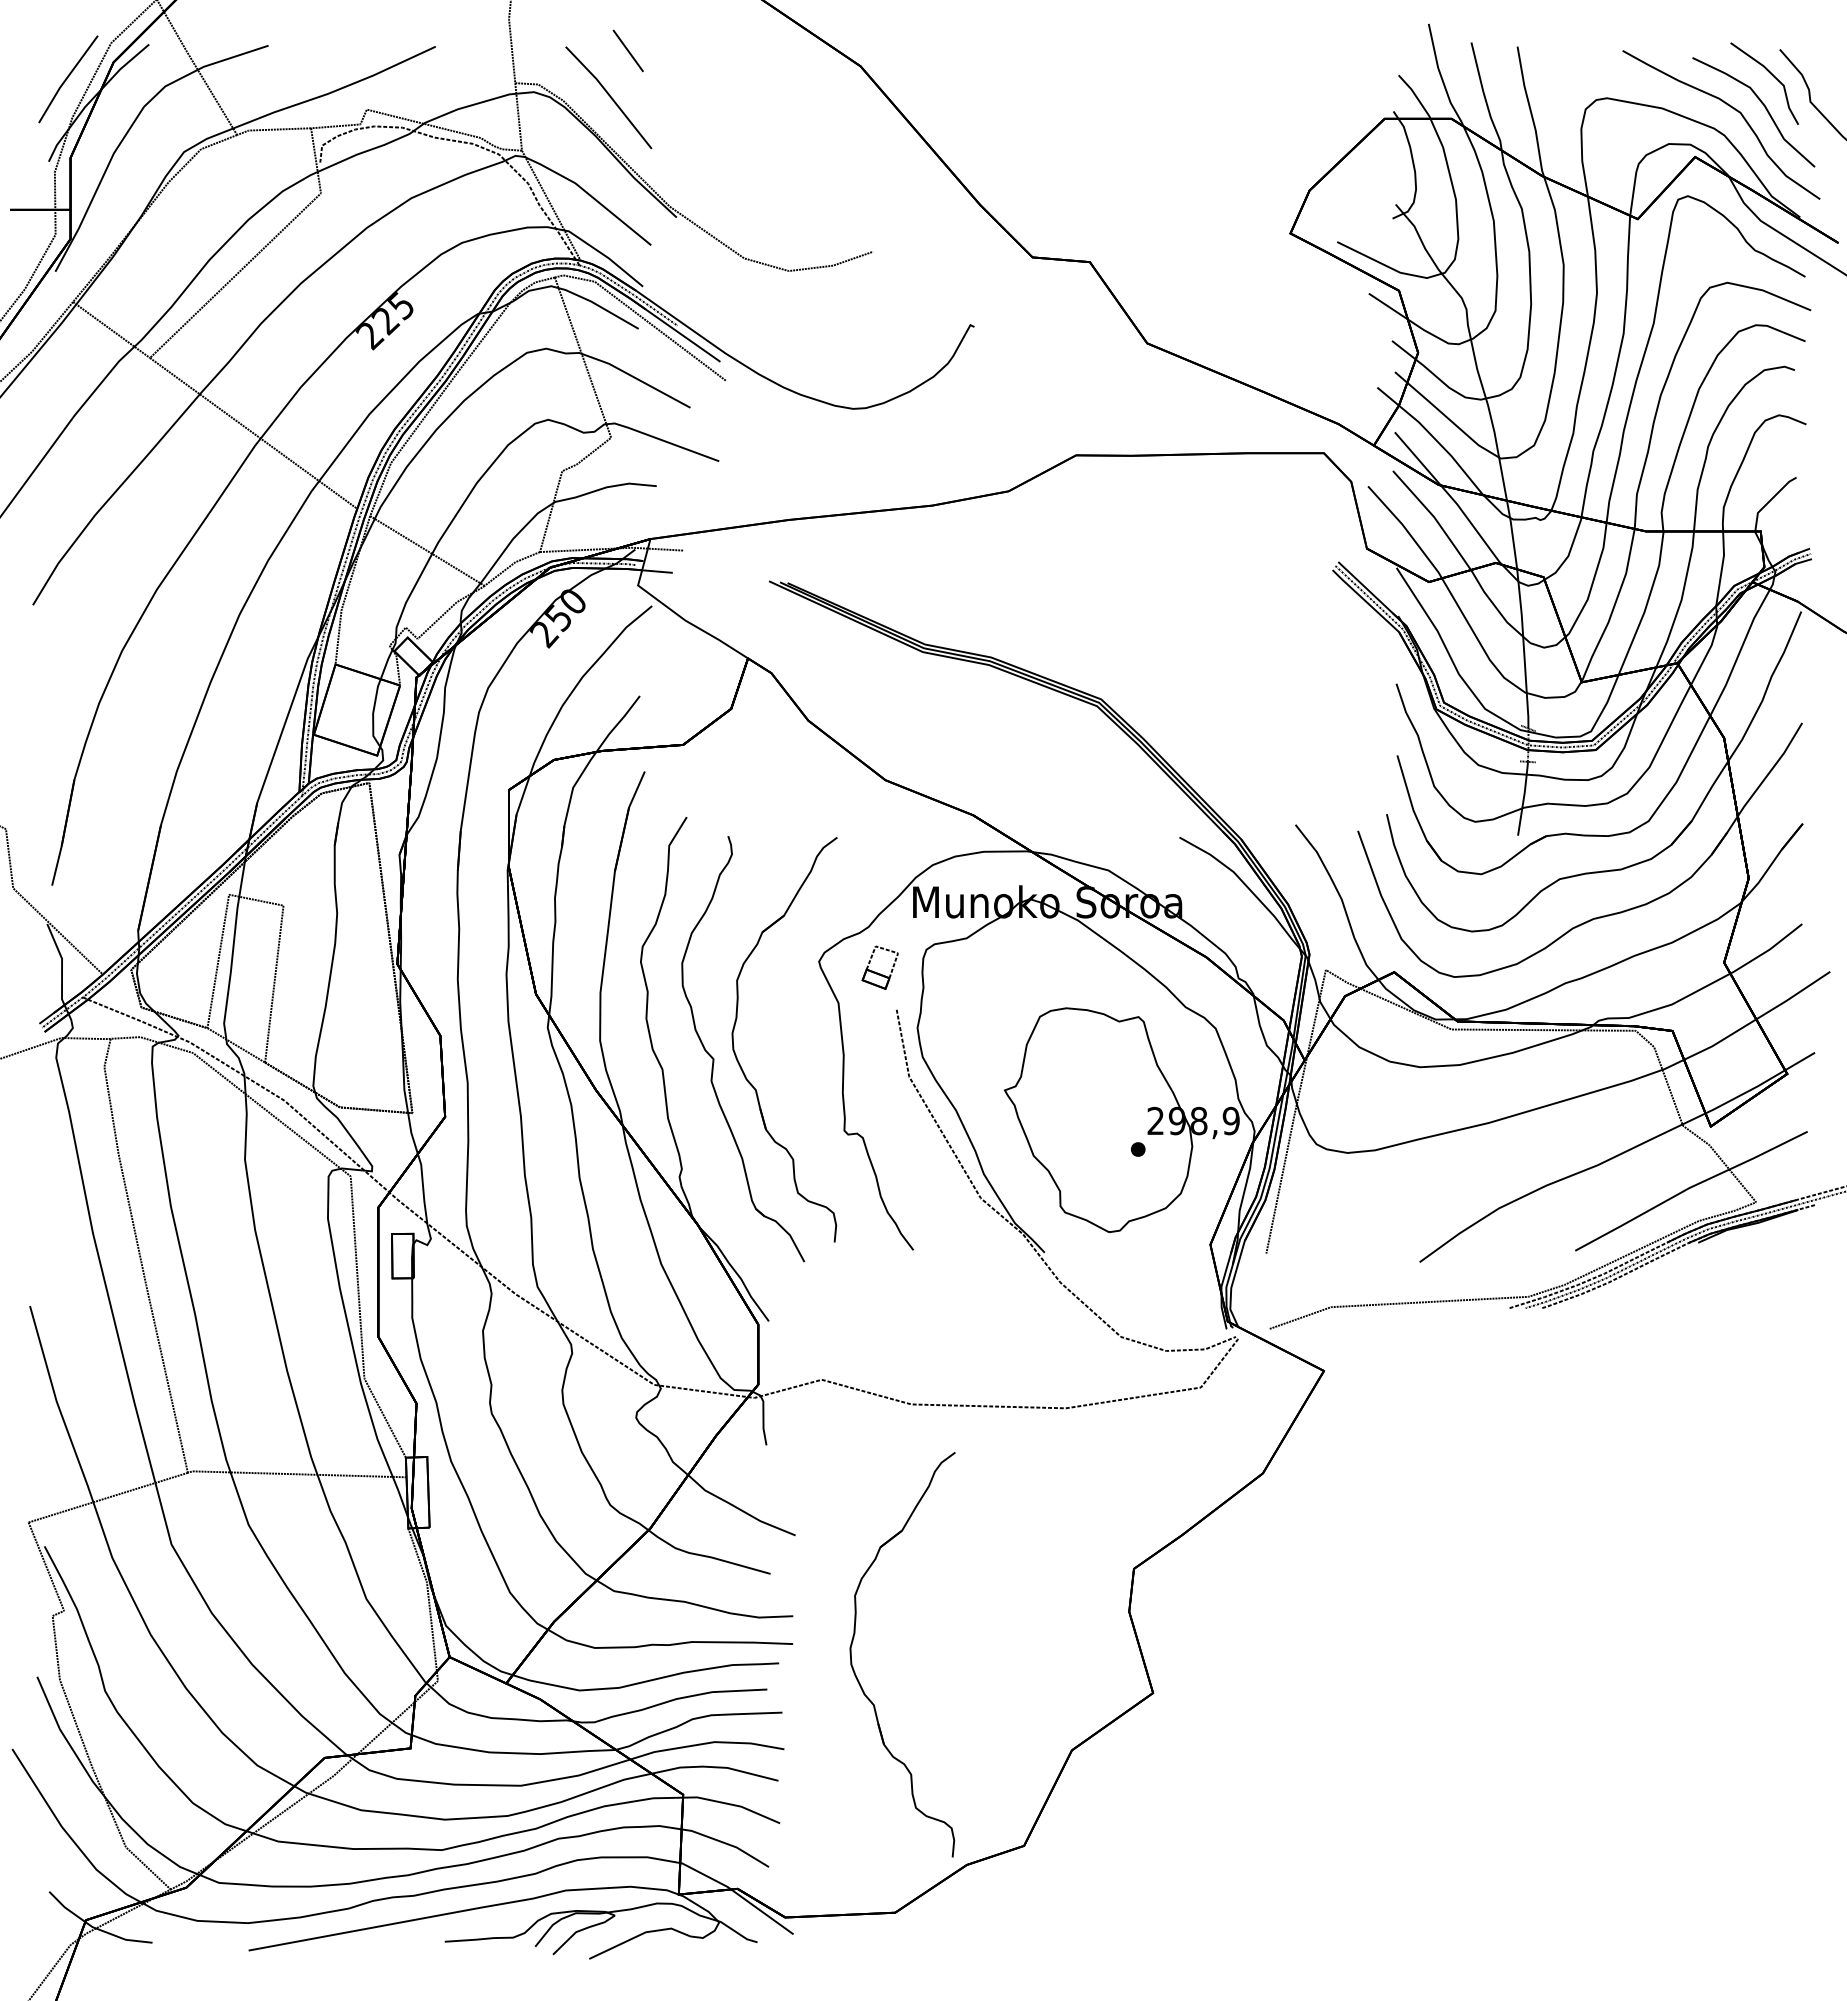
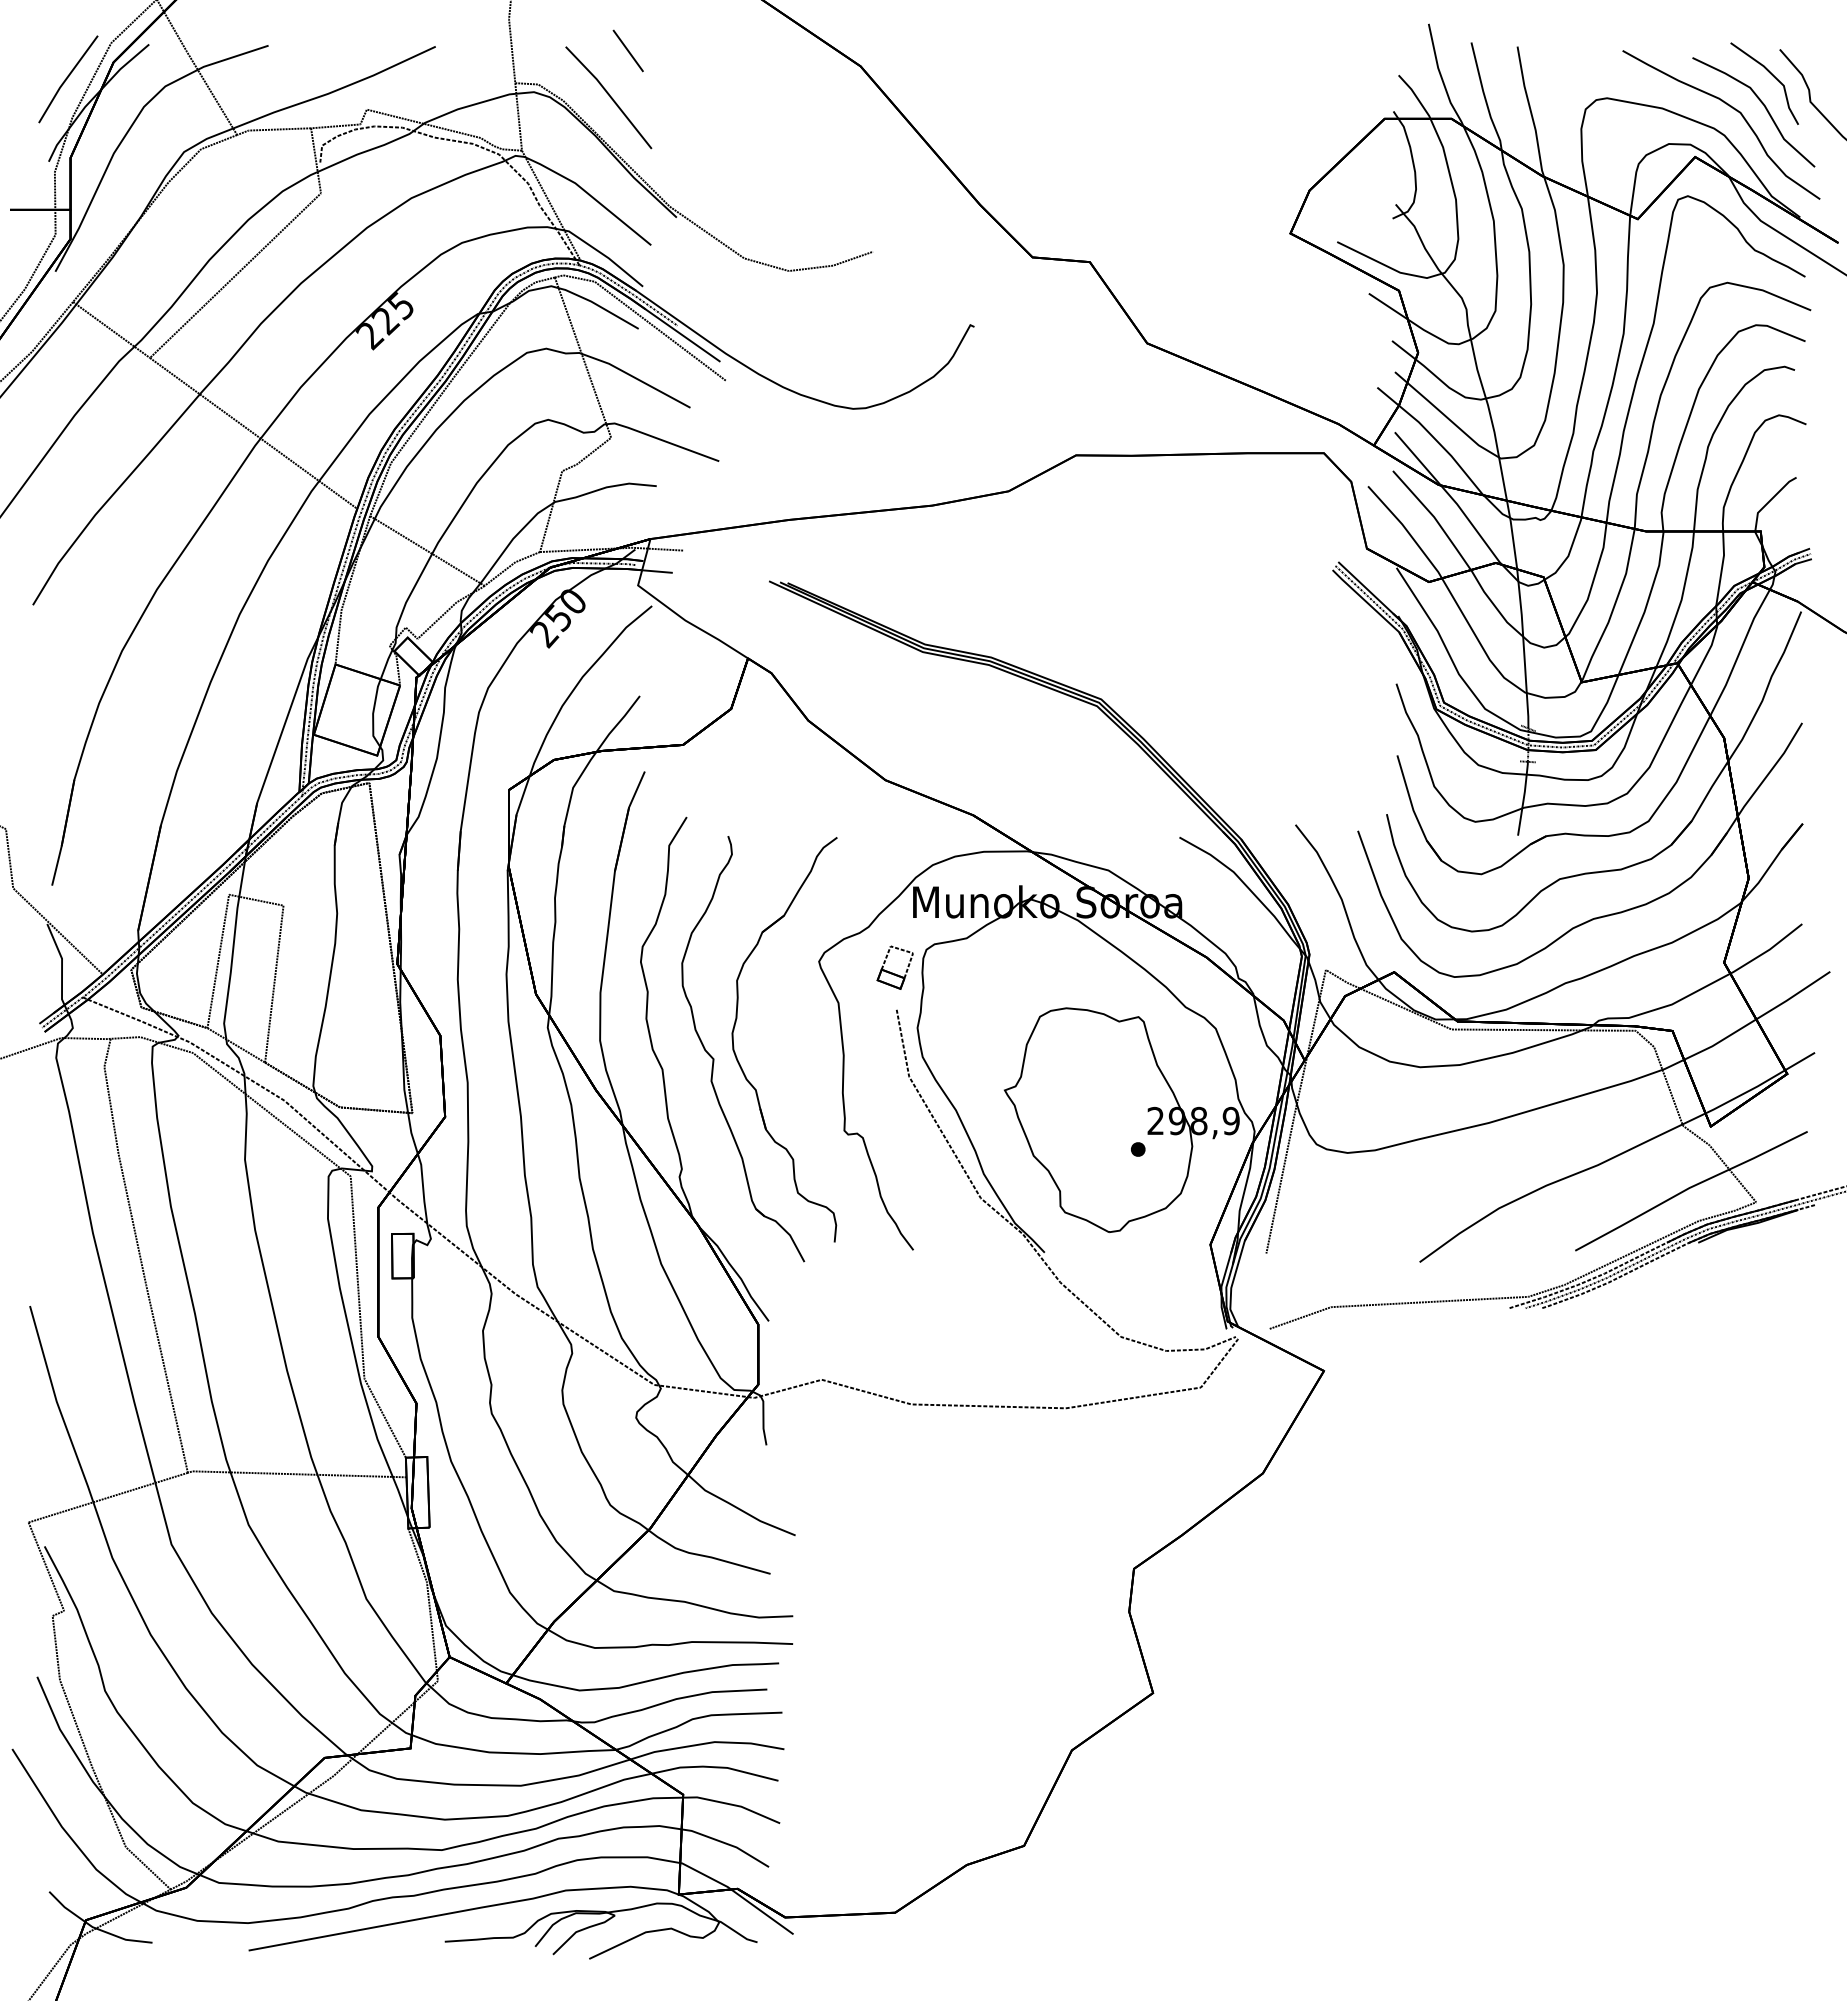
part at (879, 967) position: (879, 967) -> (894, 967)
part at (854, 1669): present -> none
